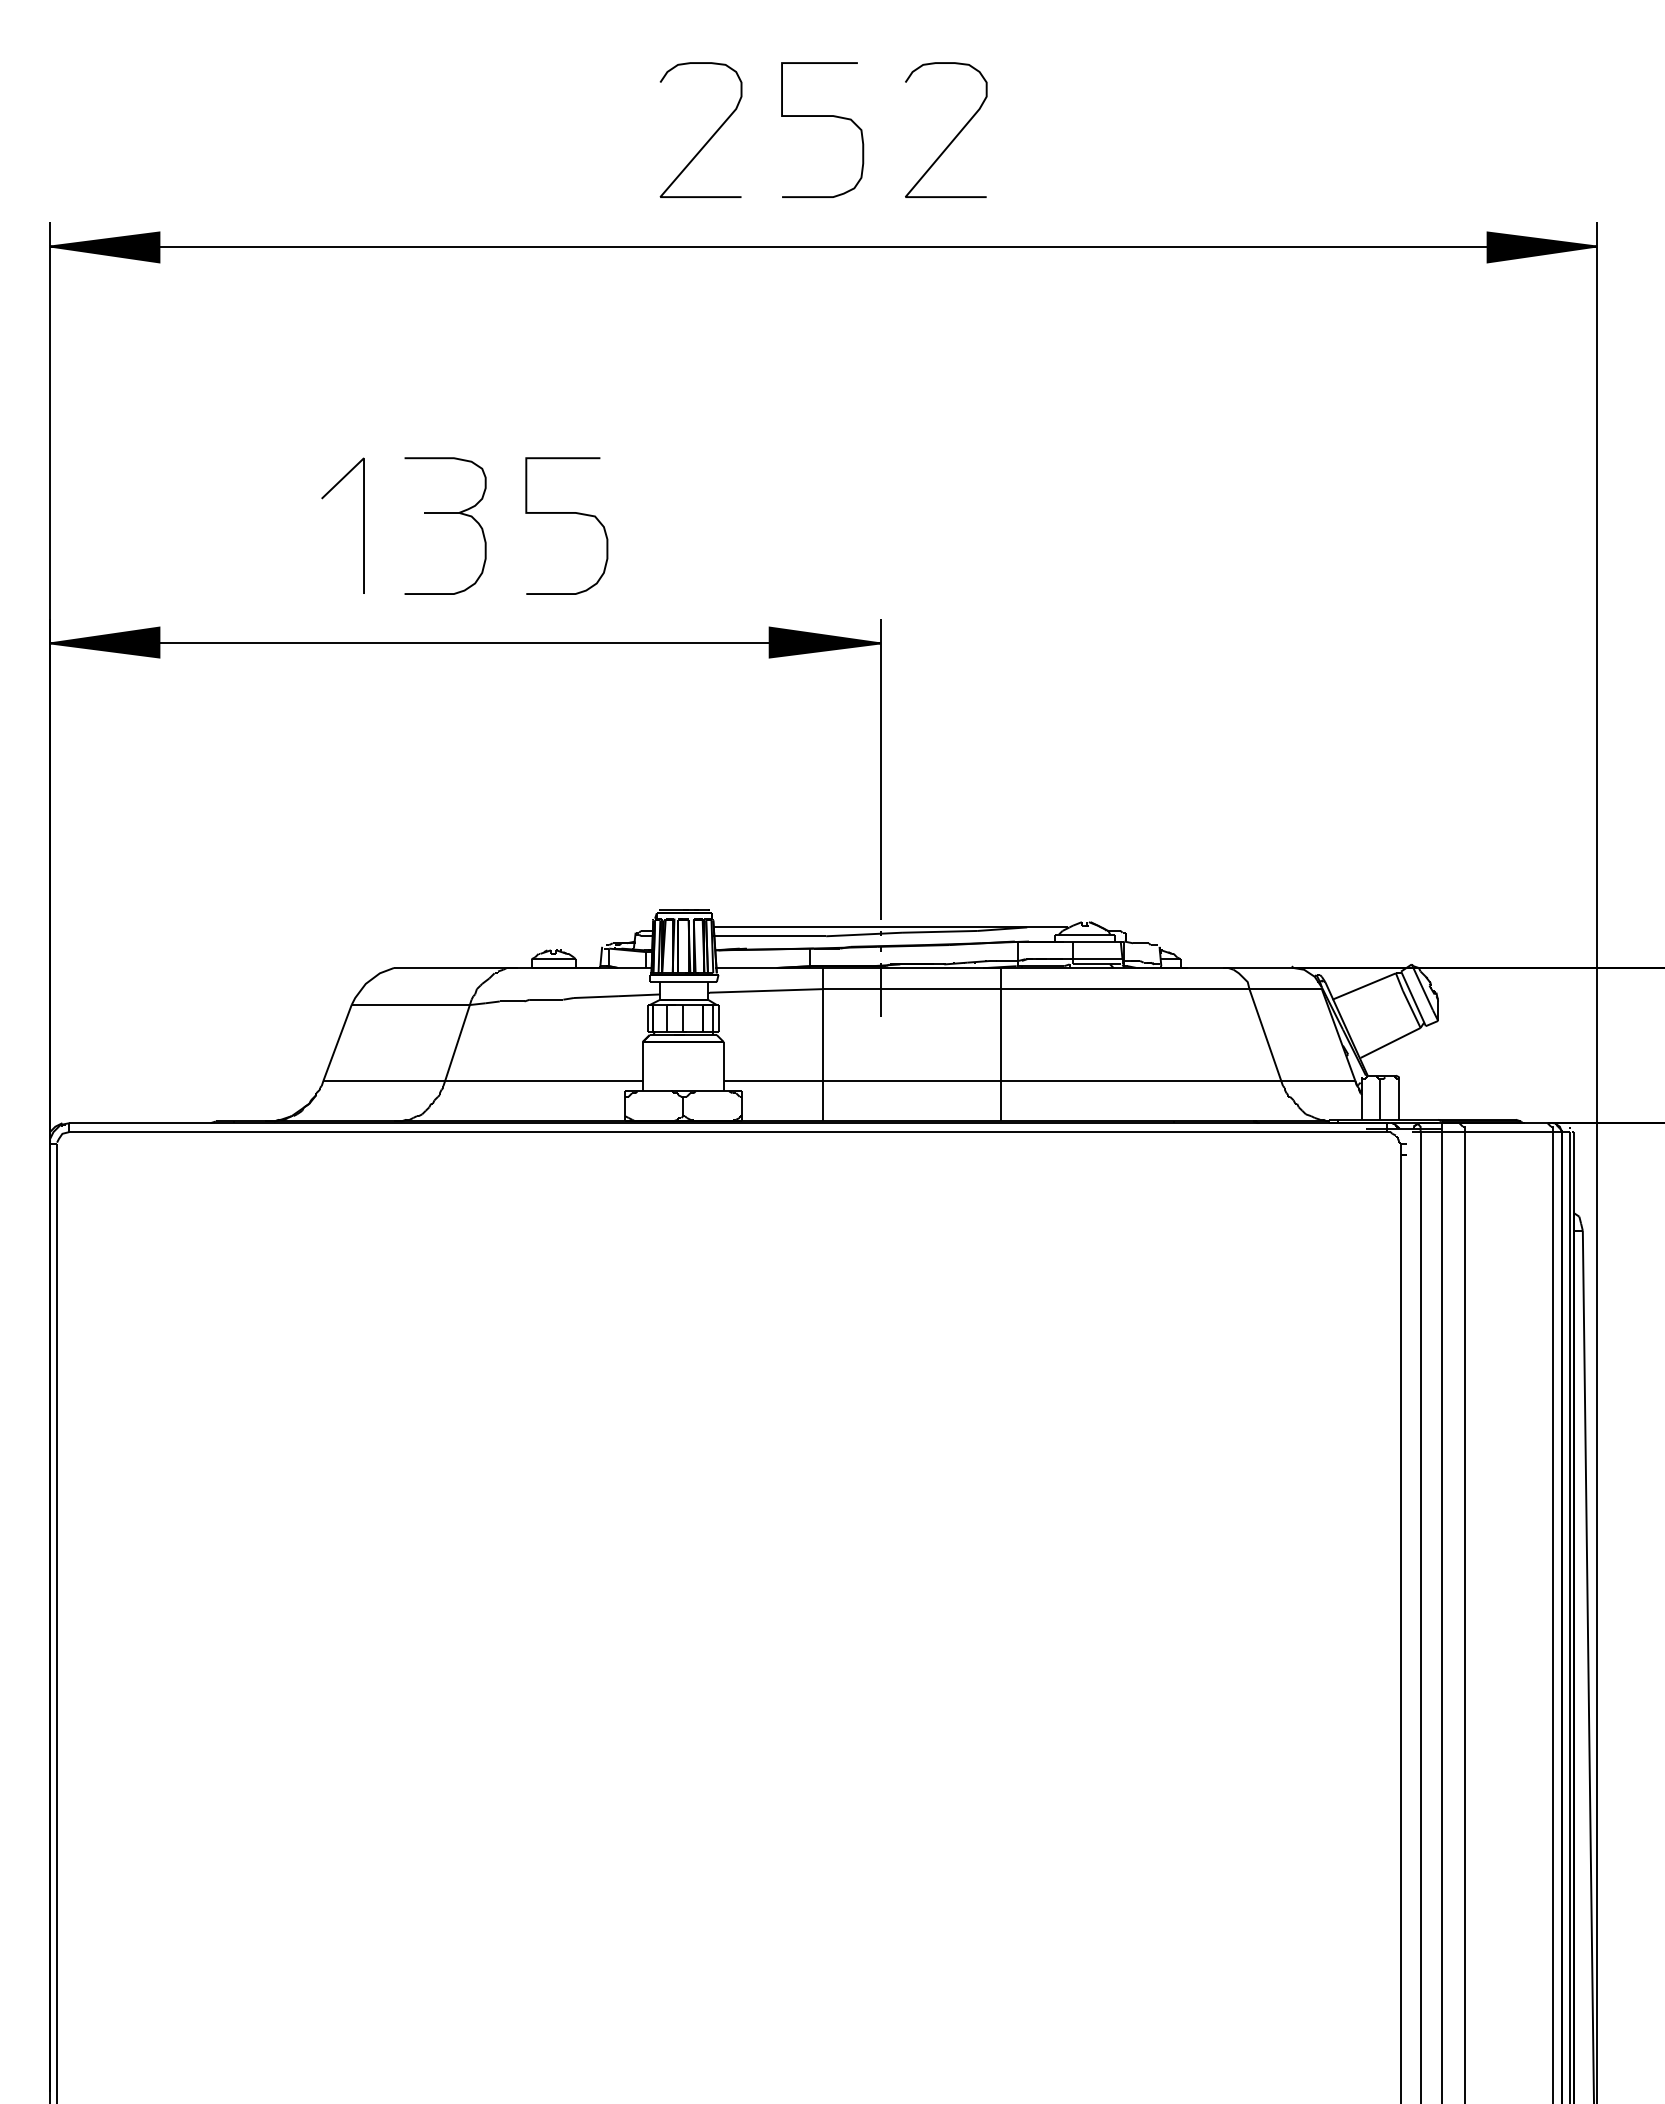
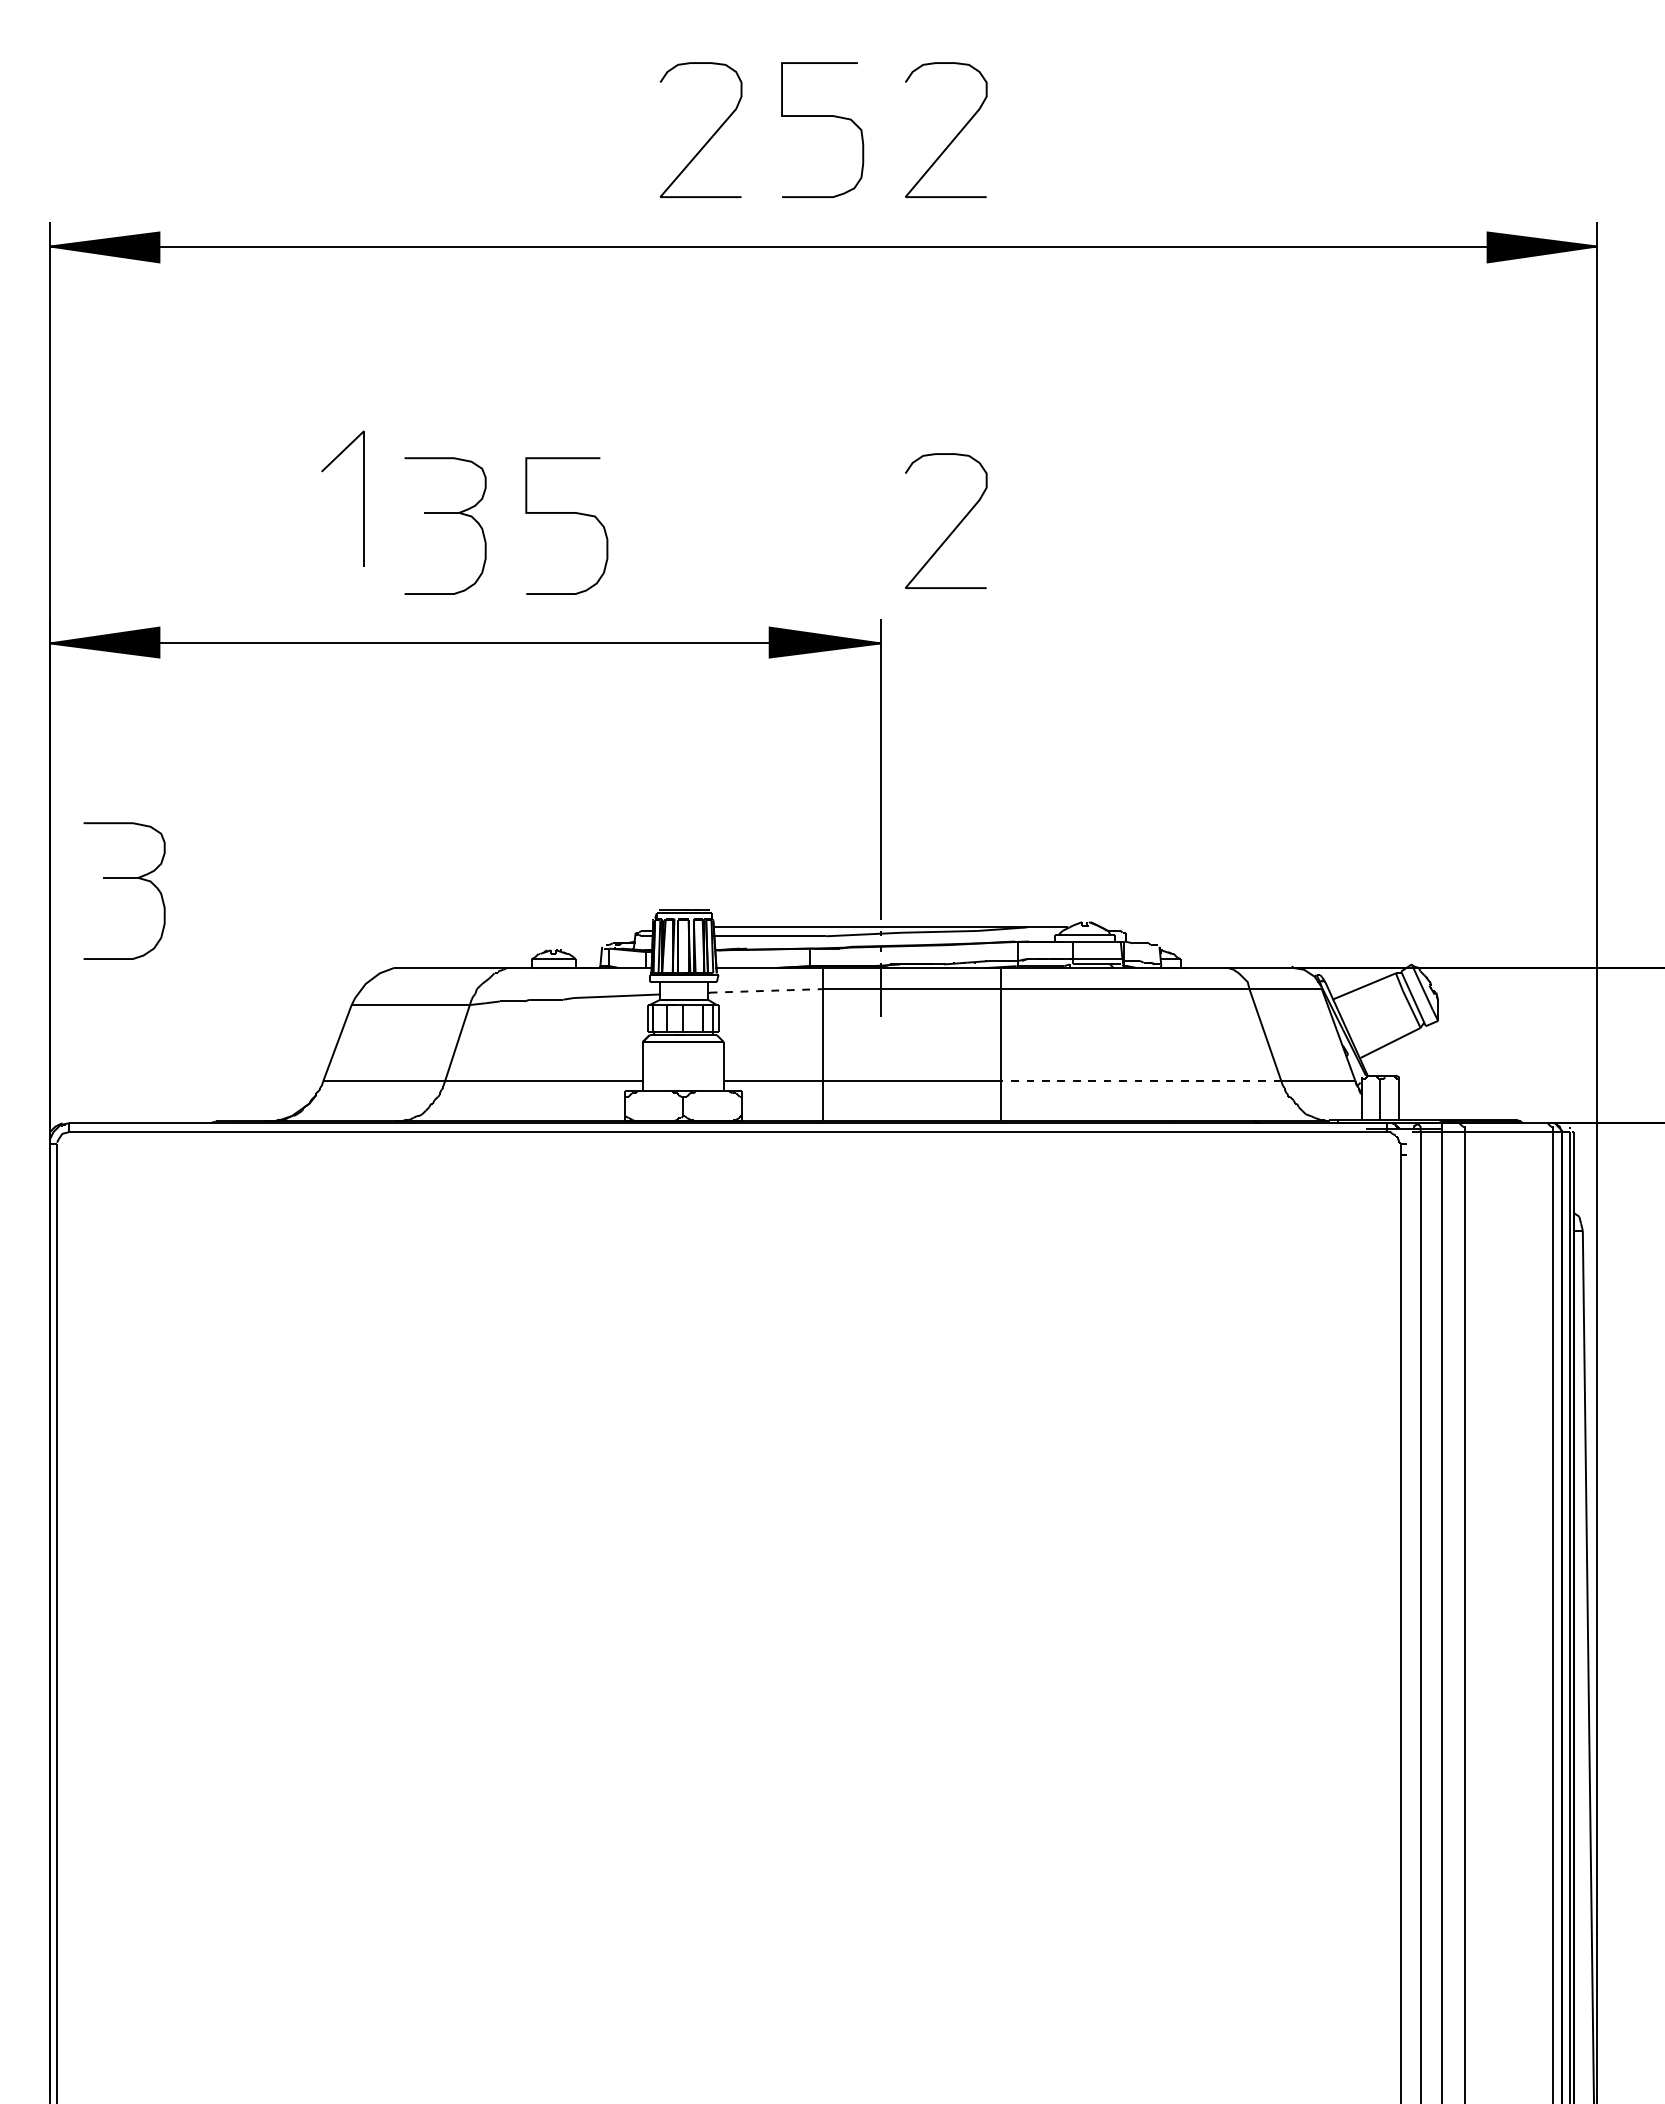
line at (363, 525) position: (363, 525) -> (363, 498)
curve at (956, 525): none -> present
part at (124, 878): none -> present
line at (766, 990): solid -> dashed
line at (1140, 1080): solid -> dashed
